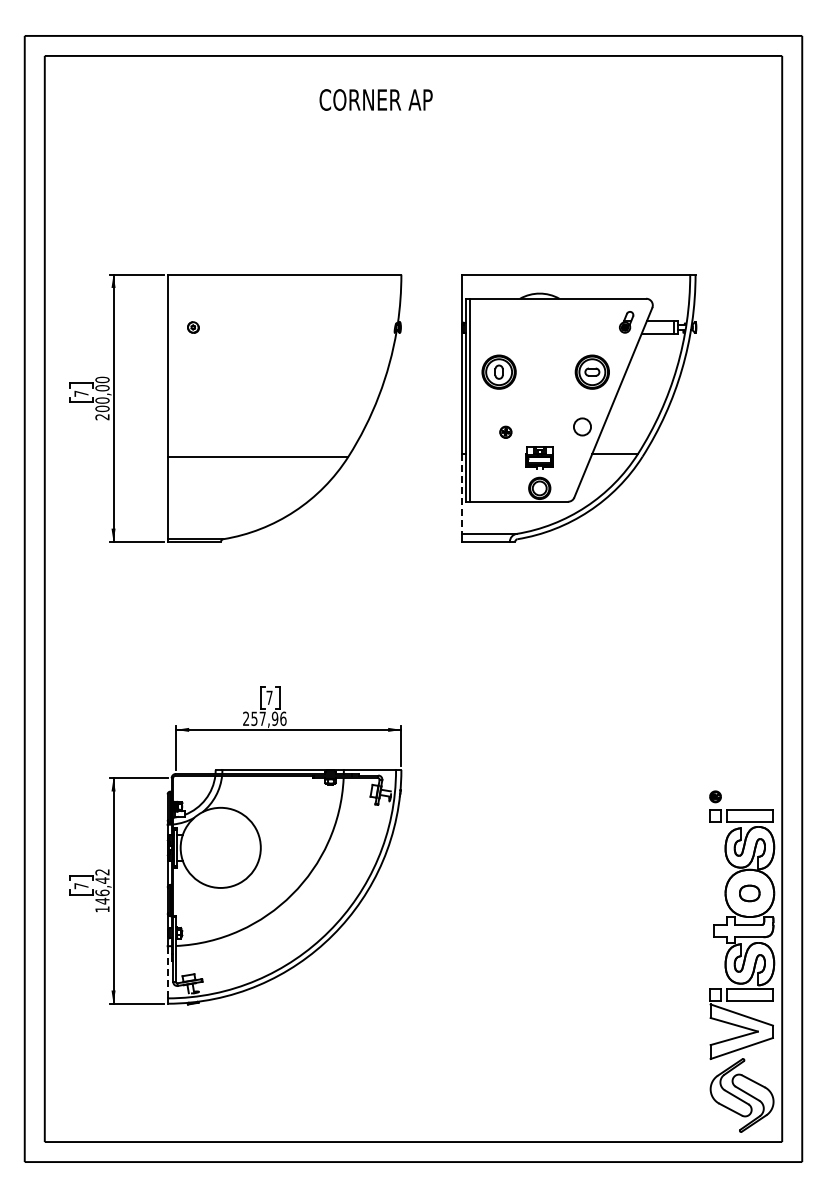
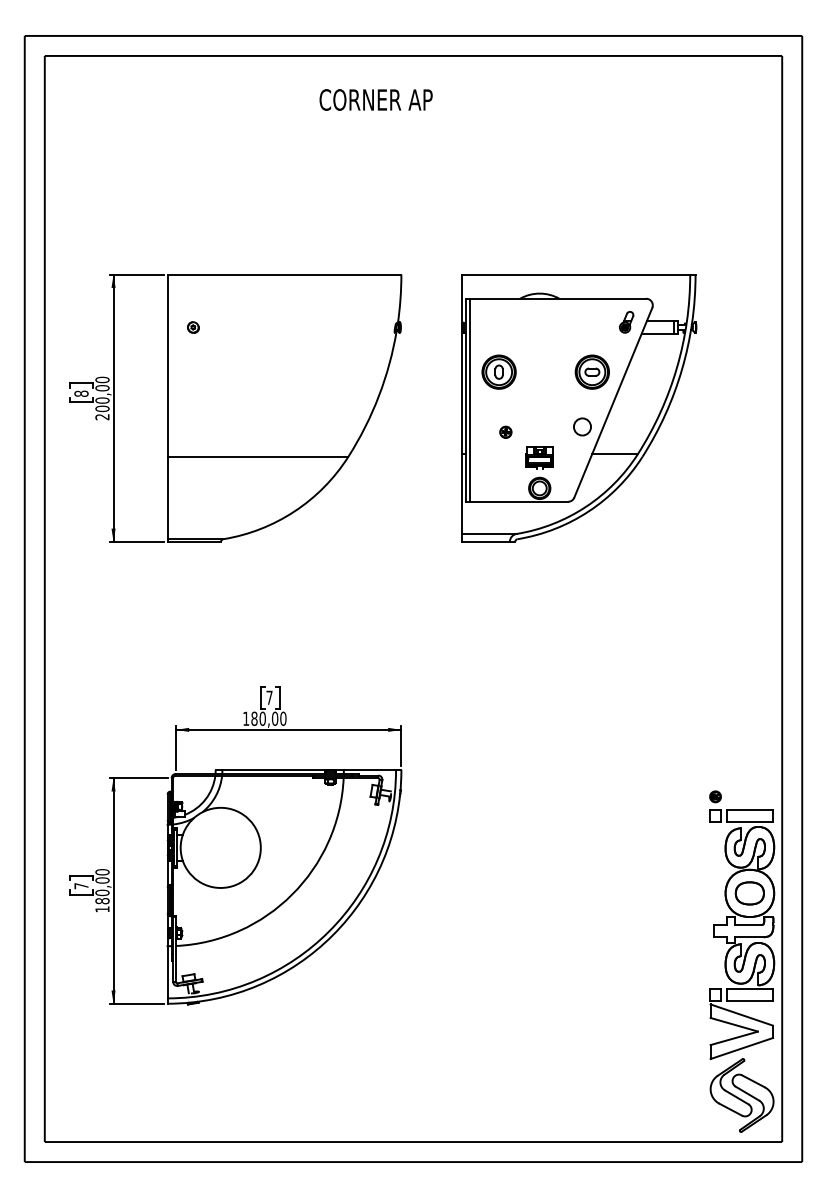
text at (81, 393): 7 -> 8
line at (461, 494): dashed -> solid
text at (264, 718): 257,96 -> 180,00
text at (102, 886): 146,42 -> 180,00
part at (749, 893) size: 22x19 px -> 31x25 px
line at (167, 971): dashed -> solid
